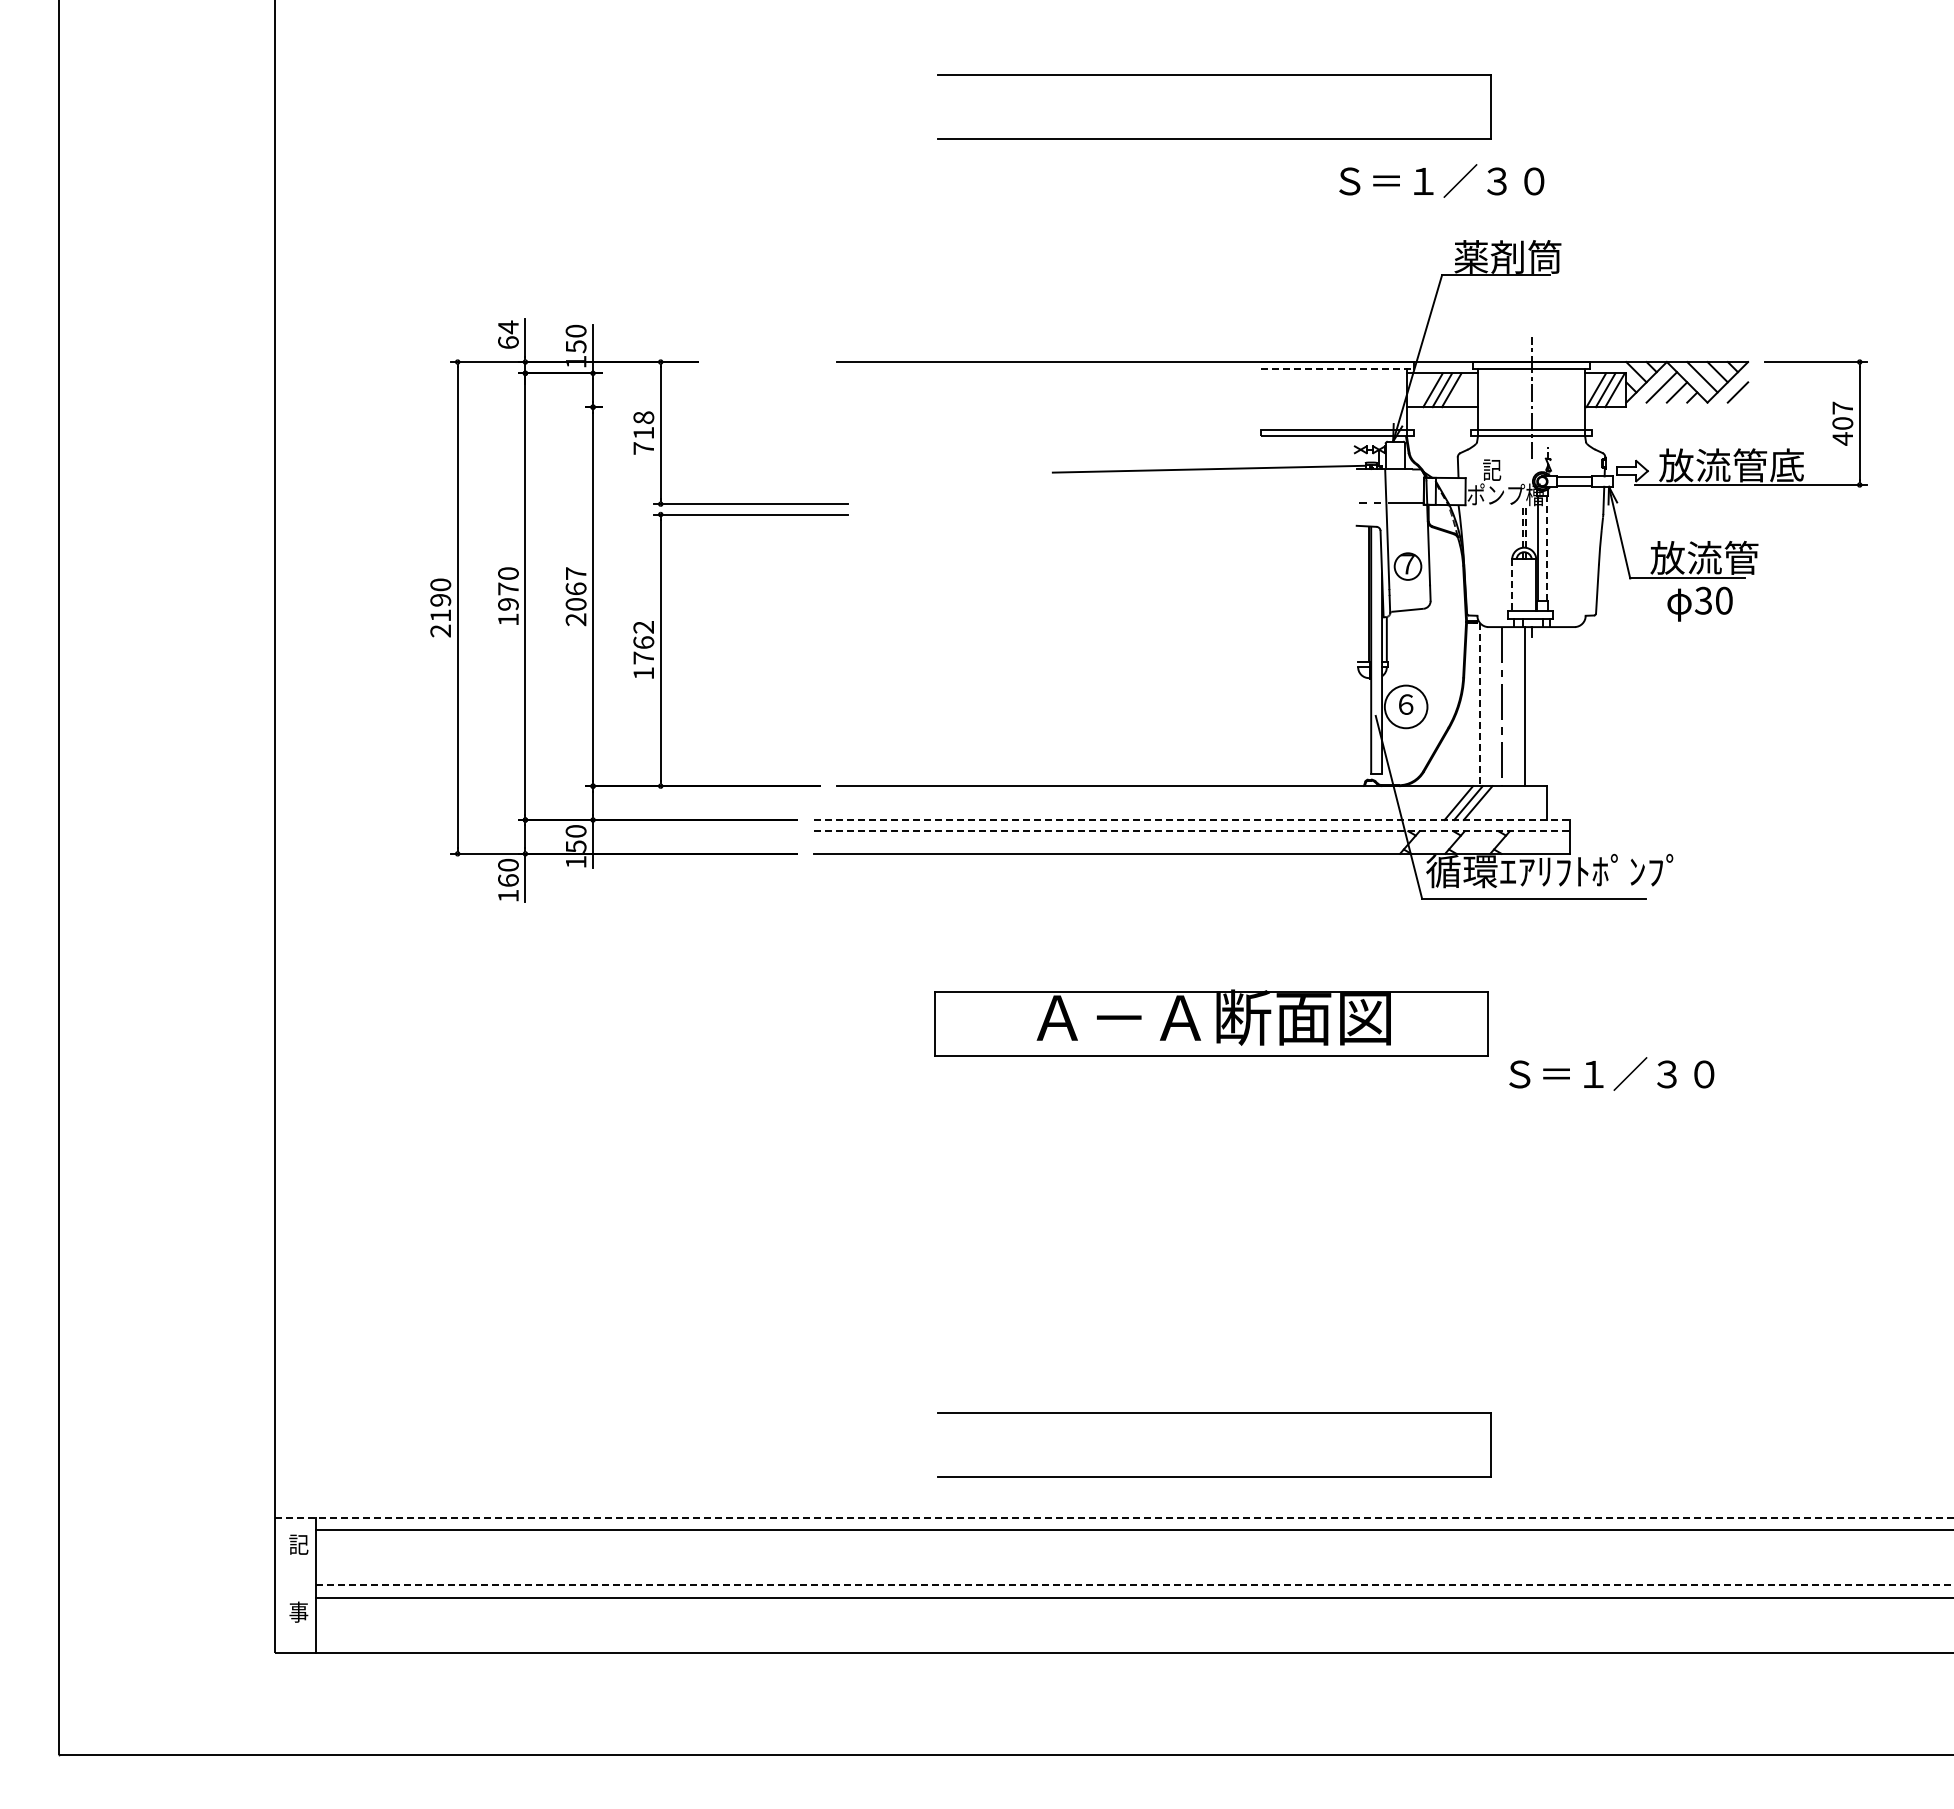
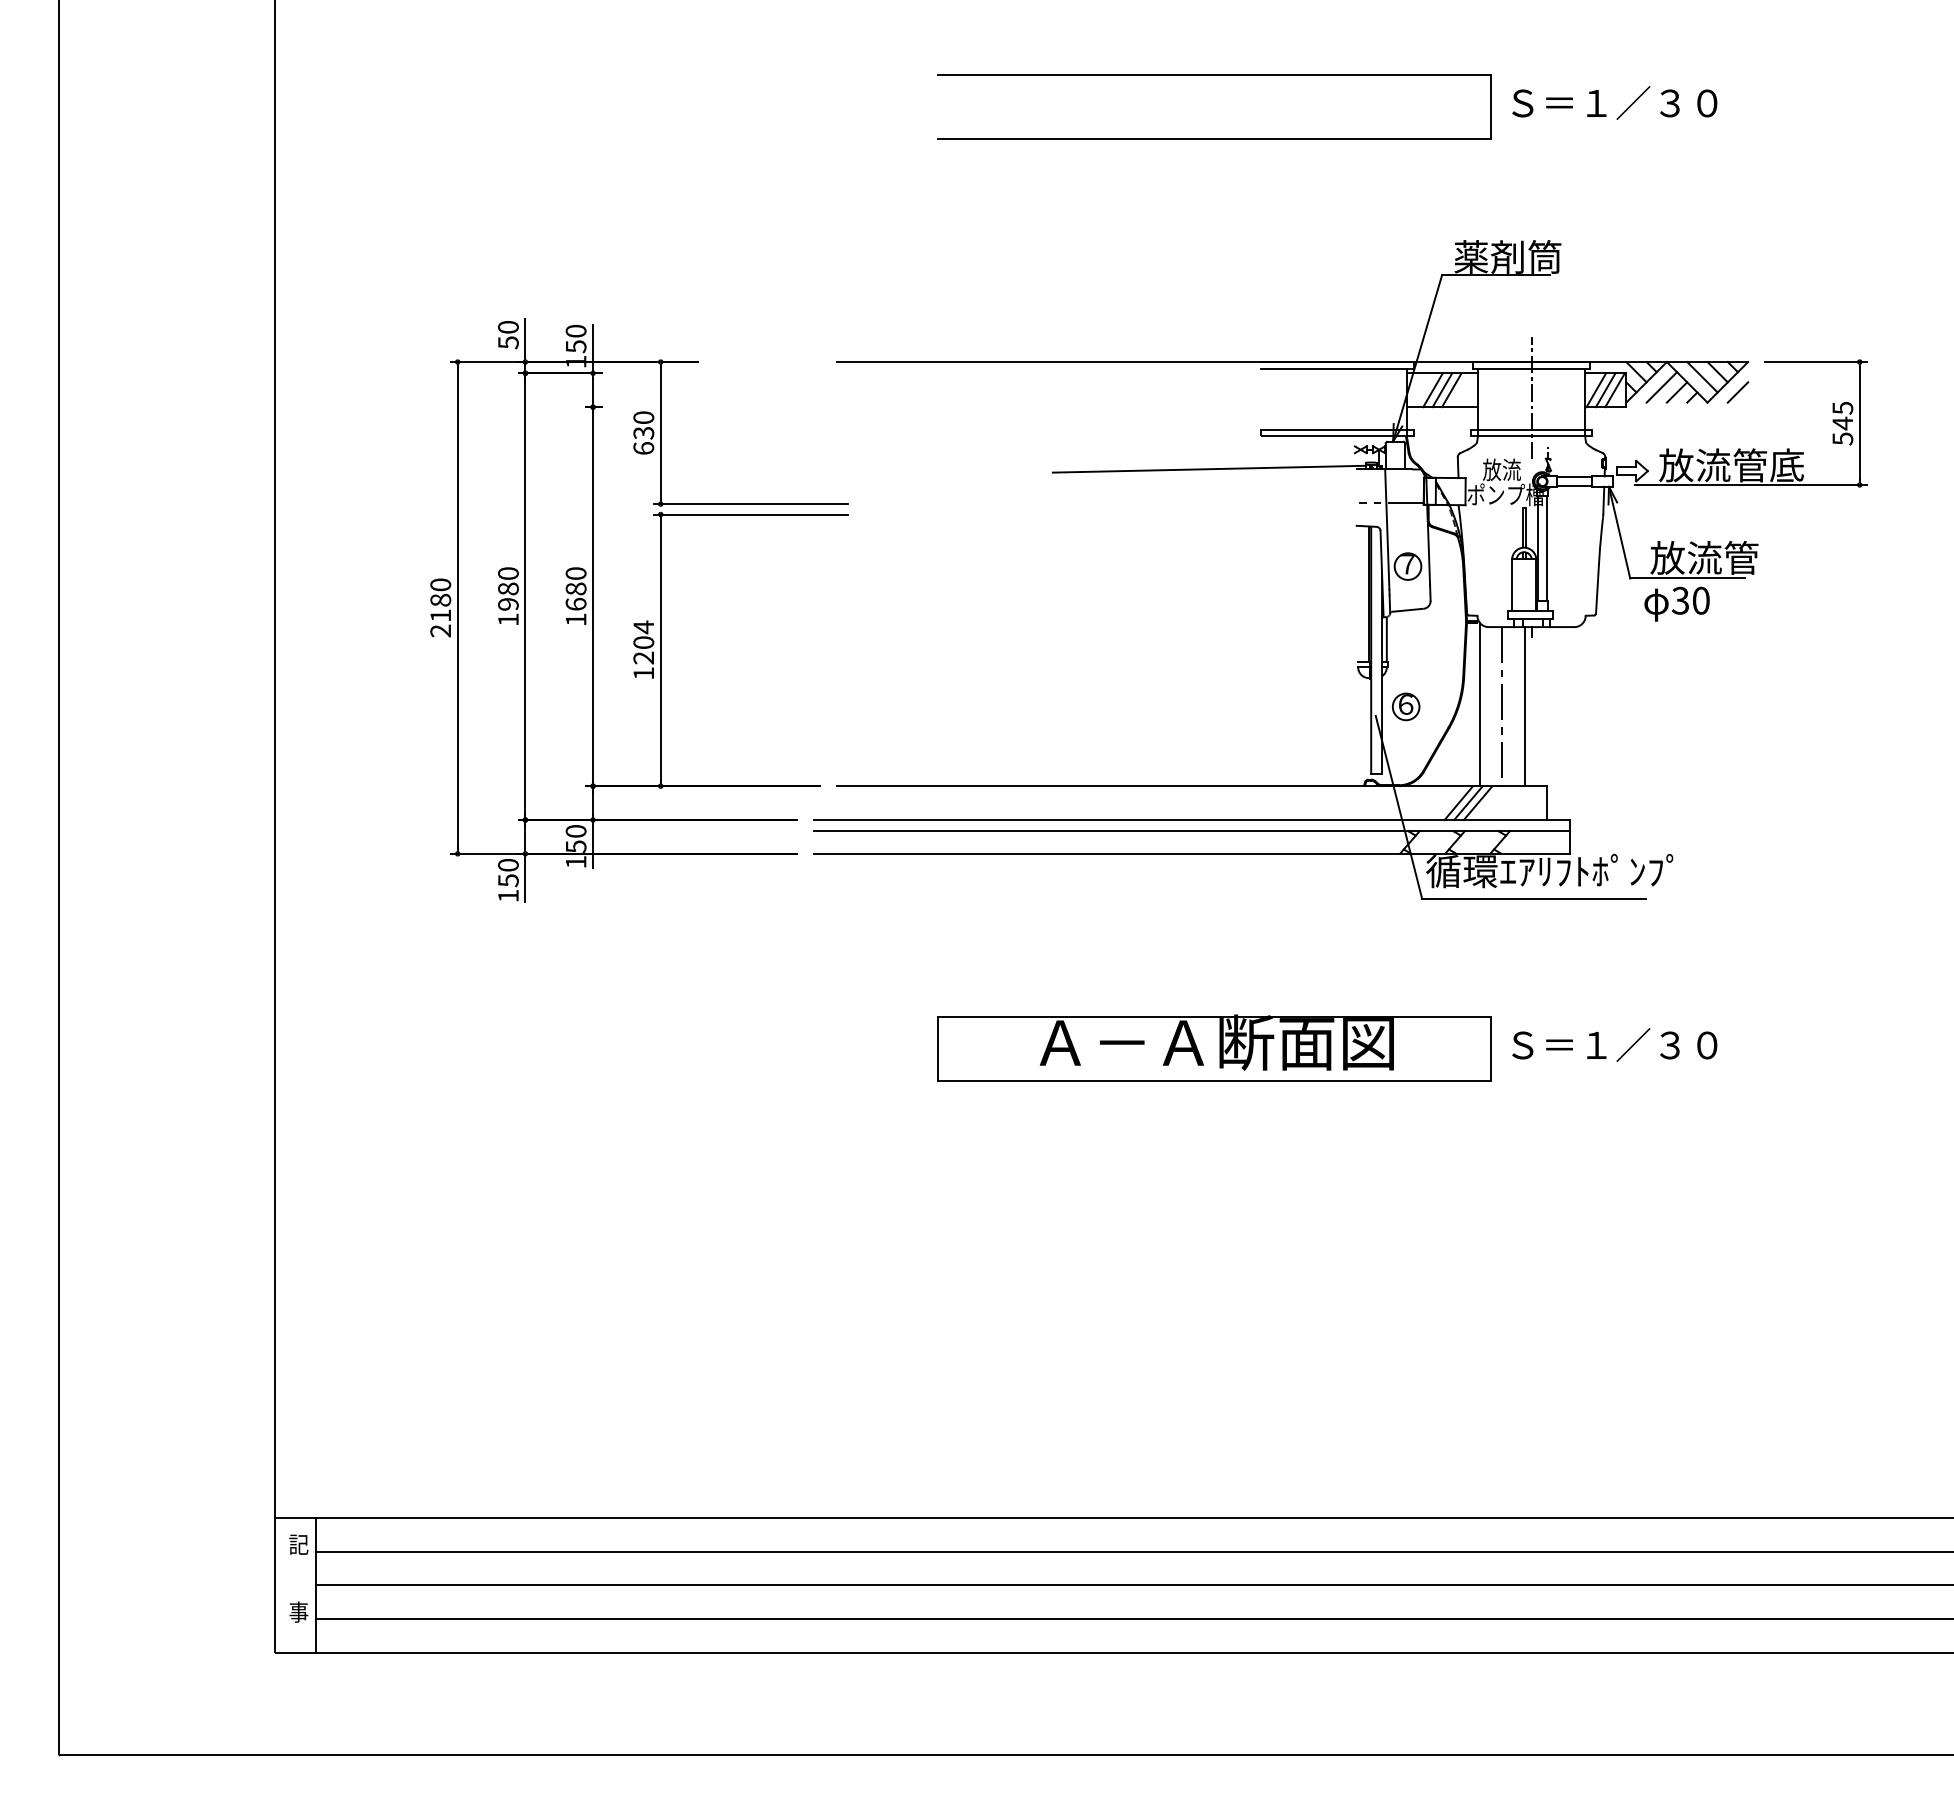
text at (1441, 180) position: (1441, 180) -> (1614, 102)
text at (508, 334): 64 -> 50
line at (1337, 368): dashed -> solid
text at (1842, 423): 407 -> 545
text at (643, 432): 718 -> 630
text at (1501, 469): 記 -> 放流
line at (1524, 507): dashed -> solid
line at (1546, 548): dashed -> solid
line at (1512, 585): dashed -> solid
text at (508, 588): 1970 -> 1980
text at (575, 596): 2067 -> 1680
text at (440, 599): 2190 -> 2180
text at (1699, 603) position: (1699, 603) -> (1676, 603)
text at (643, 642): 1762 -> 1204
line at (1479, 704): dashed -> solid
circle at (1405, 706) diameter: 43 px -> 27 px
line at (1192, 820): dashed -> solid
line at (1192, 831): dashed -> solid
text at (508, 880): 160 -> 150
part at (1211, 1022) position: (1211, 1022) -> (1214, 1047)
text at (1611, 1073) position: (1611, 1073) -> (1614, 1044)
part at (1214, 1413): present -> none
line at (1114, 1517): dashed -> solid
line at (1132, 1529) position: (1132, 1529) -> (1132, 1551)
line at (1134, 1585): dashed -> solid
line at (1132, 1598) position: (1132, 1598) -> (1132, 1619)
